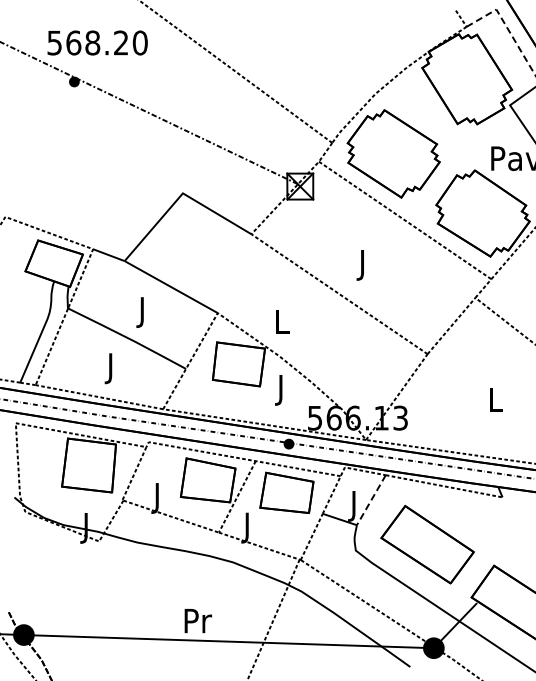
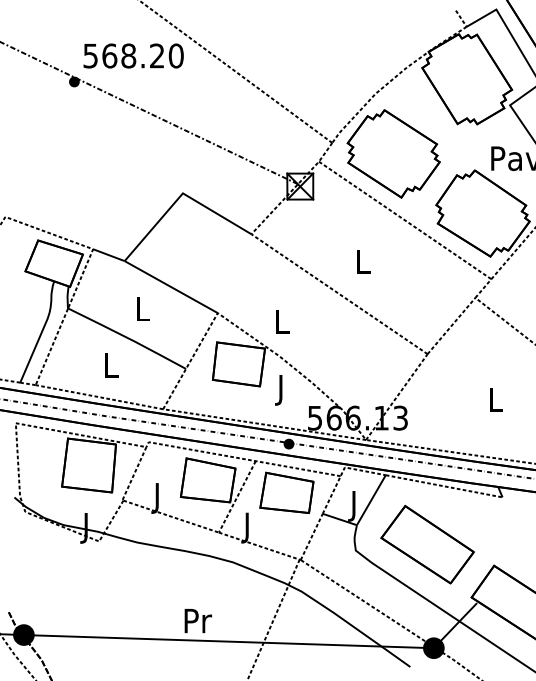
line at (506, 27): dashed -> solid
text at (97, 42) position: (97, 42) -> (133, 55)
text at (363, 265): J -> L
text at (142, 312): J -> L
text at (111, 368): J -> L
line at (371, 500): dashed -> solid
